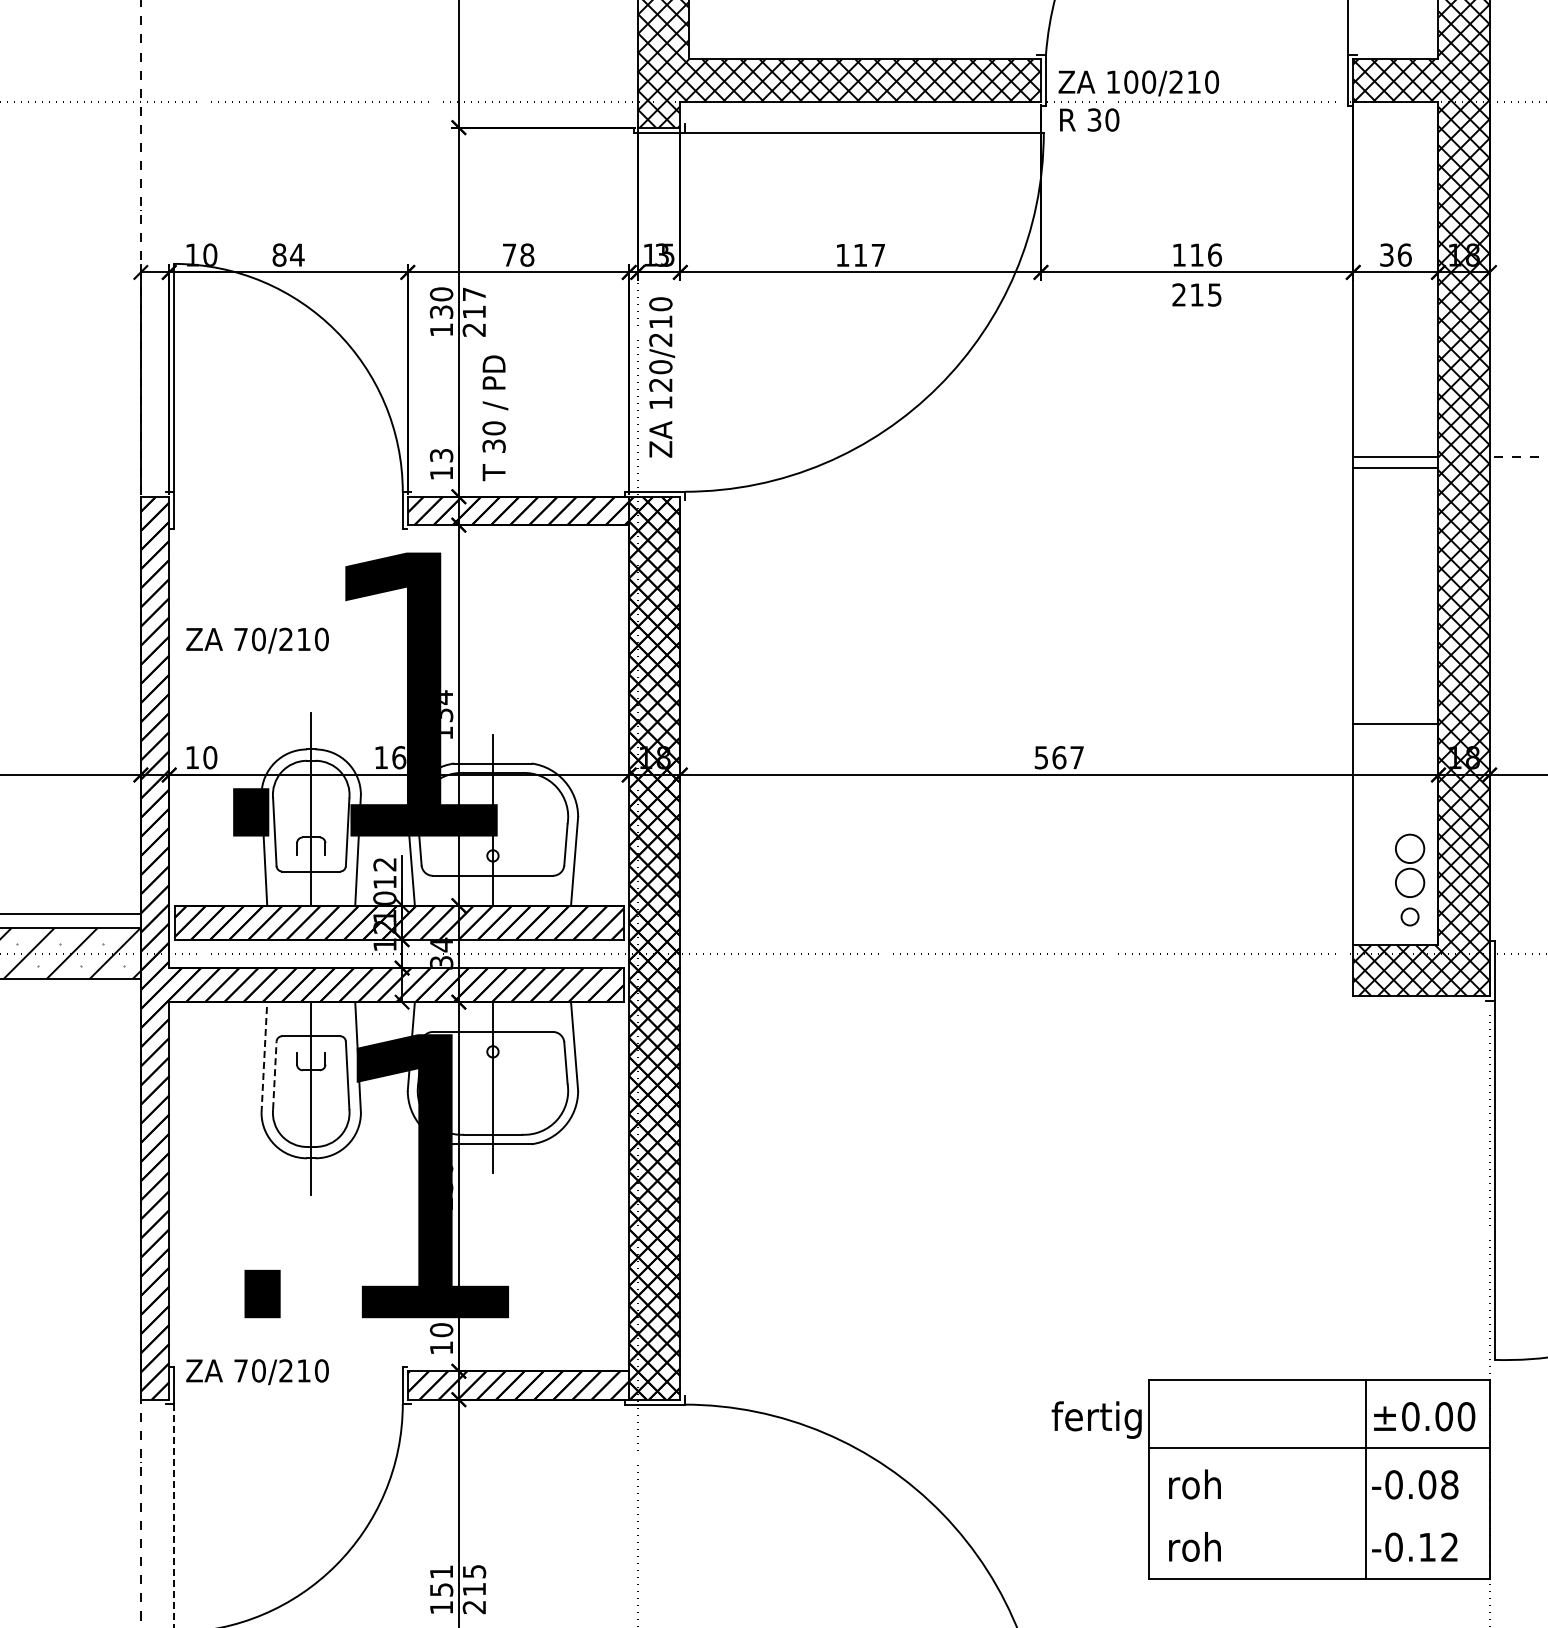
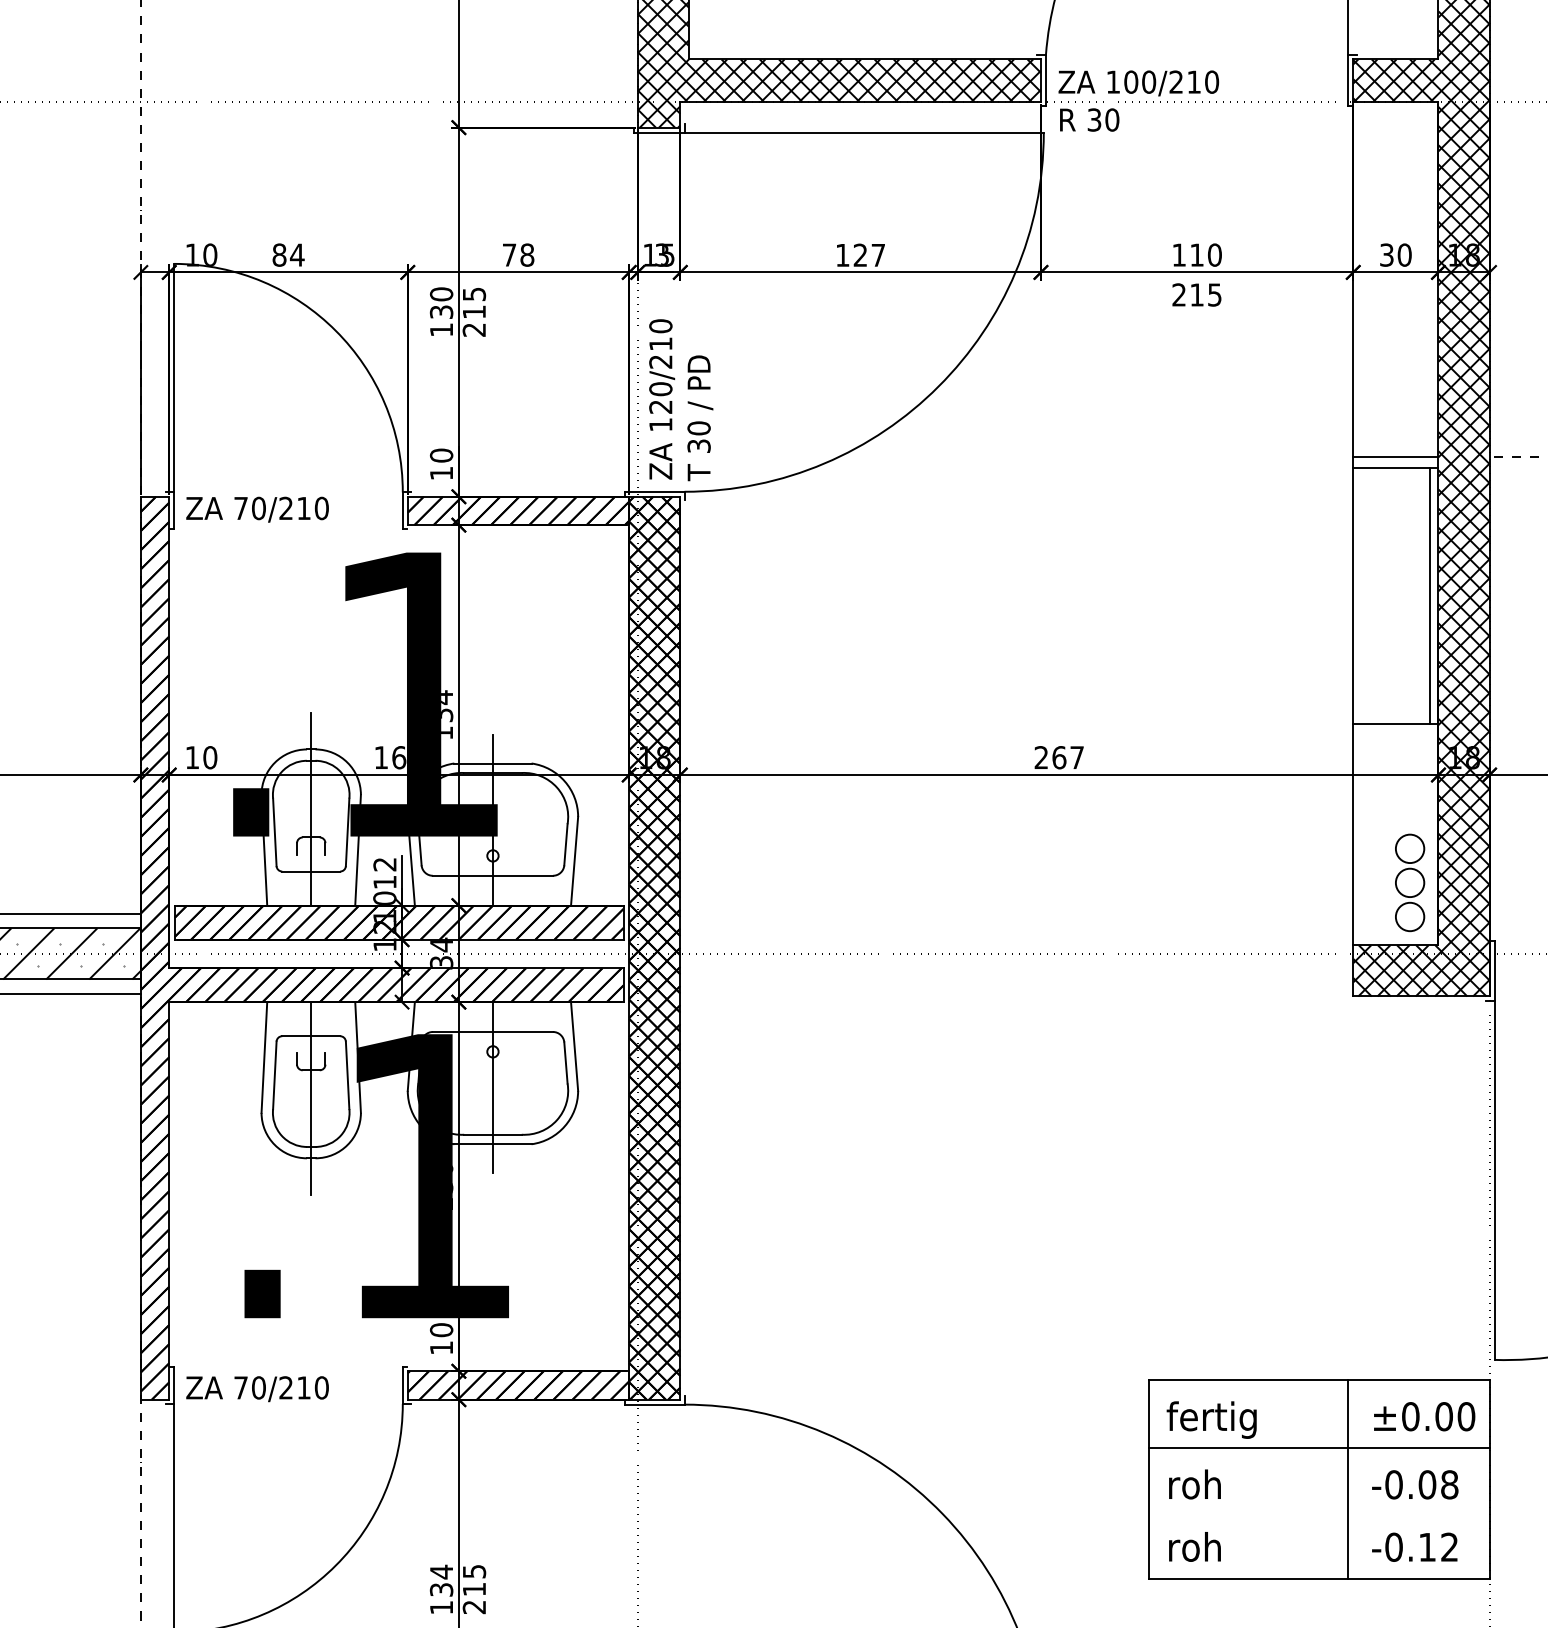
text at (859, 254): 117 -> 127
text at (1215, 254): 116 -> 110
text at (1404, 254): 36 -> 30
text at (474, 294): 217 -> 215
text at (662, 377) position: (662, 377) -> (662, 399)
text at (495, 418) position: (495, 418) -> (700, 418)
text at (441, 455): 13 -> 10
line at (1429, 595): none -> present
text at (257, 640) position: (257, 640) -> (257, 509)
text at (1040, 757): 567 -> 267
circle at (1409, 916) diameter: 17 px -> 28 px
line at (71, 993): none -> present
line at (264, 1057): dashed -> solid
line at (274, 1075): dashed -> solid
text at (257, 1372) position: (257, 1372) -> (257, 1389)
text at (1096, 1419) position: (1096, 1419) -> (1211, 1419)
line at (1365, 1478) position: (1365, 1478) -> (1347, 1478)
line at (174, 1515): dashed -> solid
text at (440, 1579): 151 -> 134
